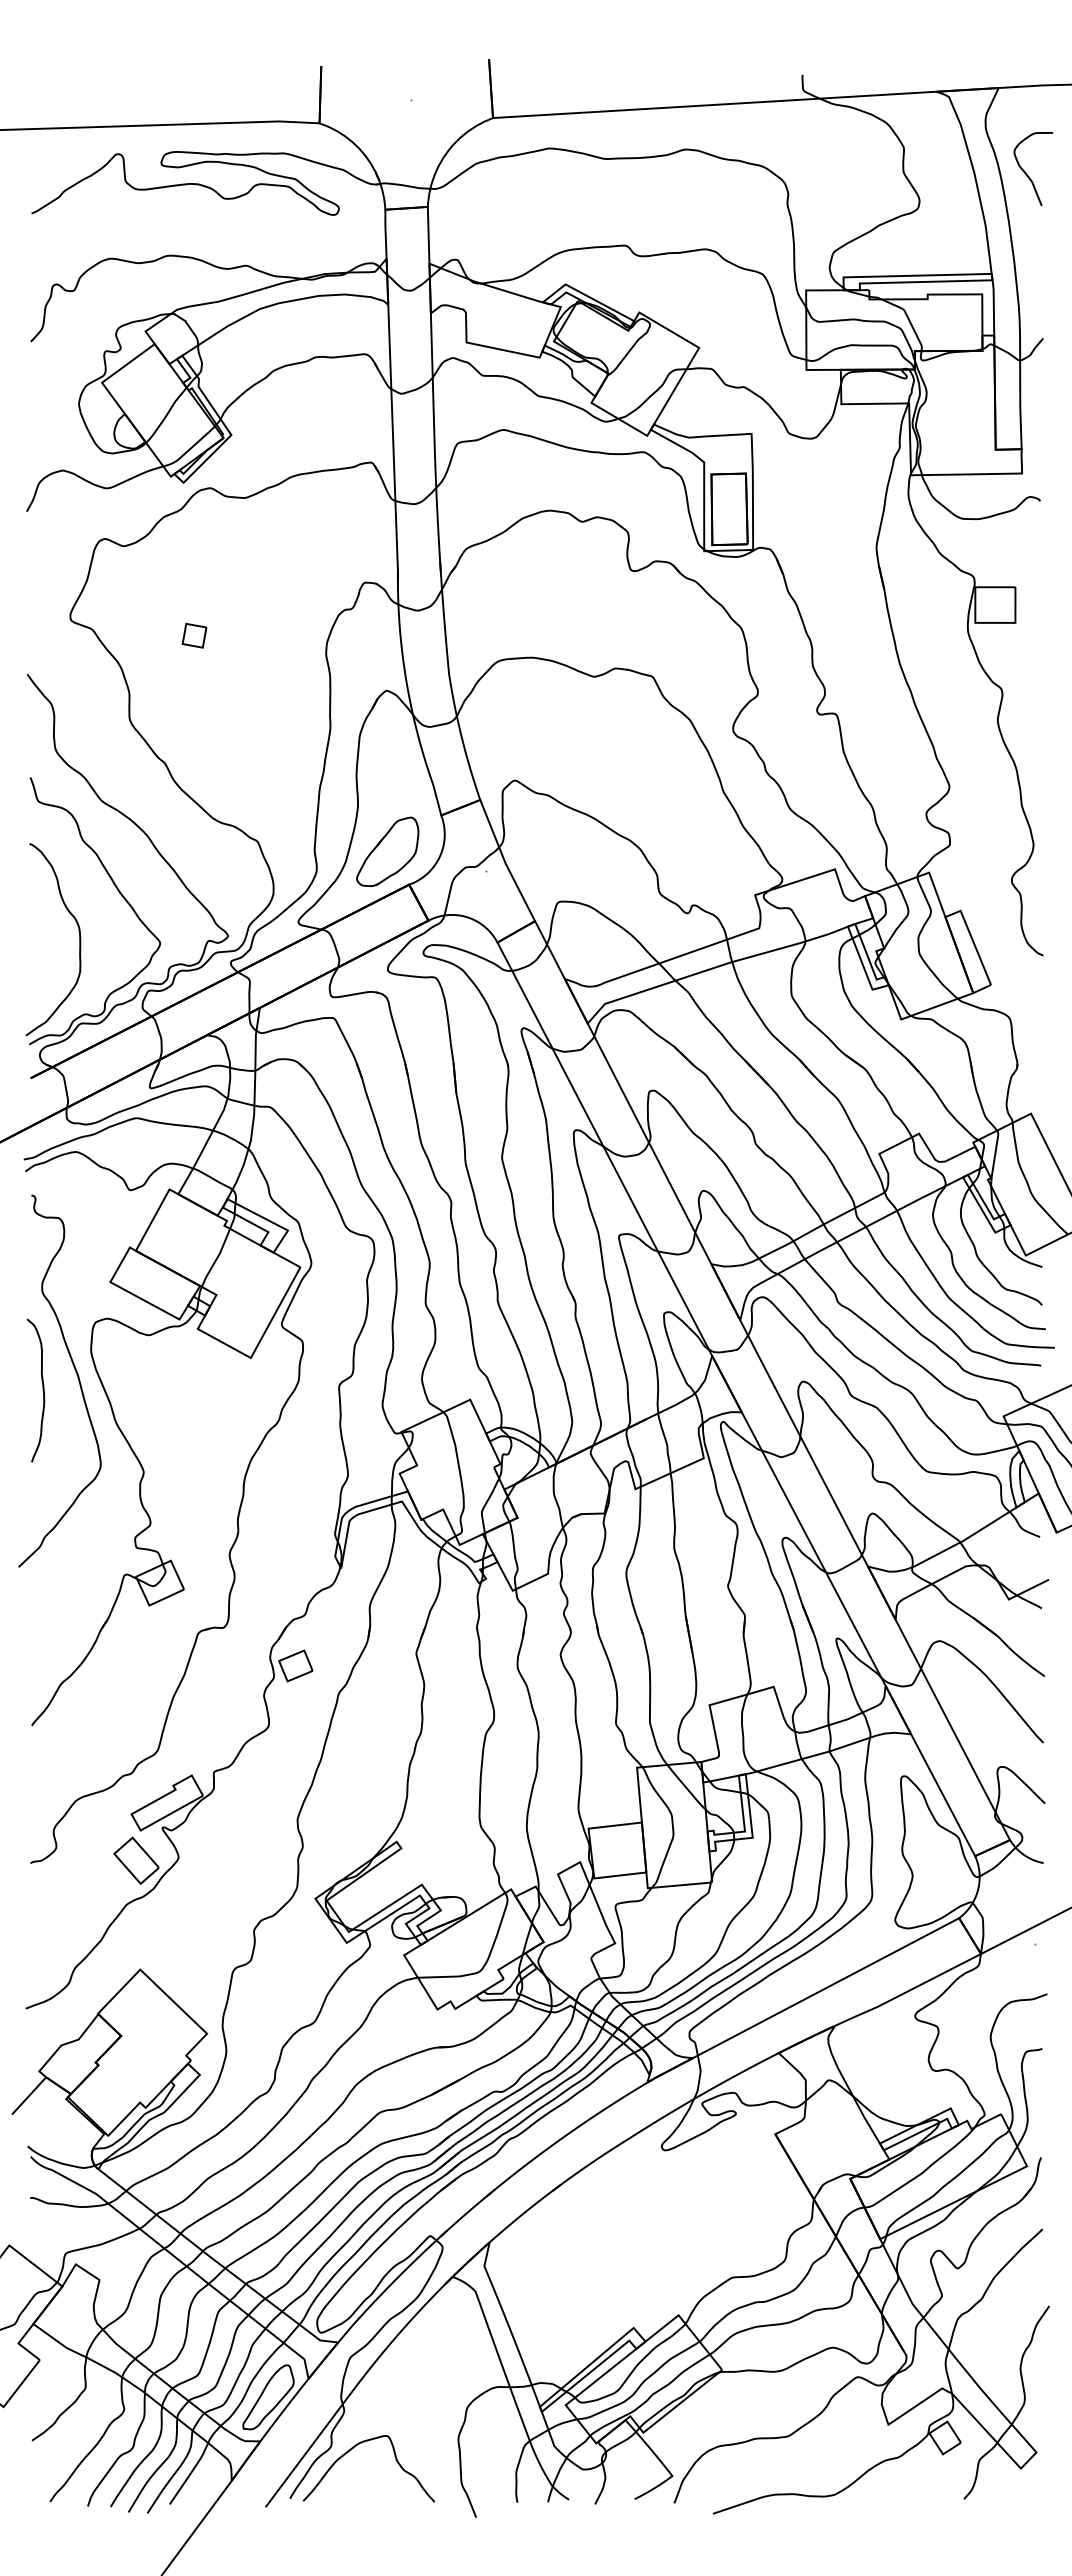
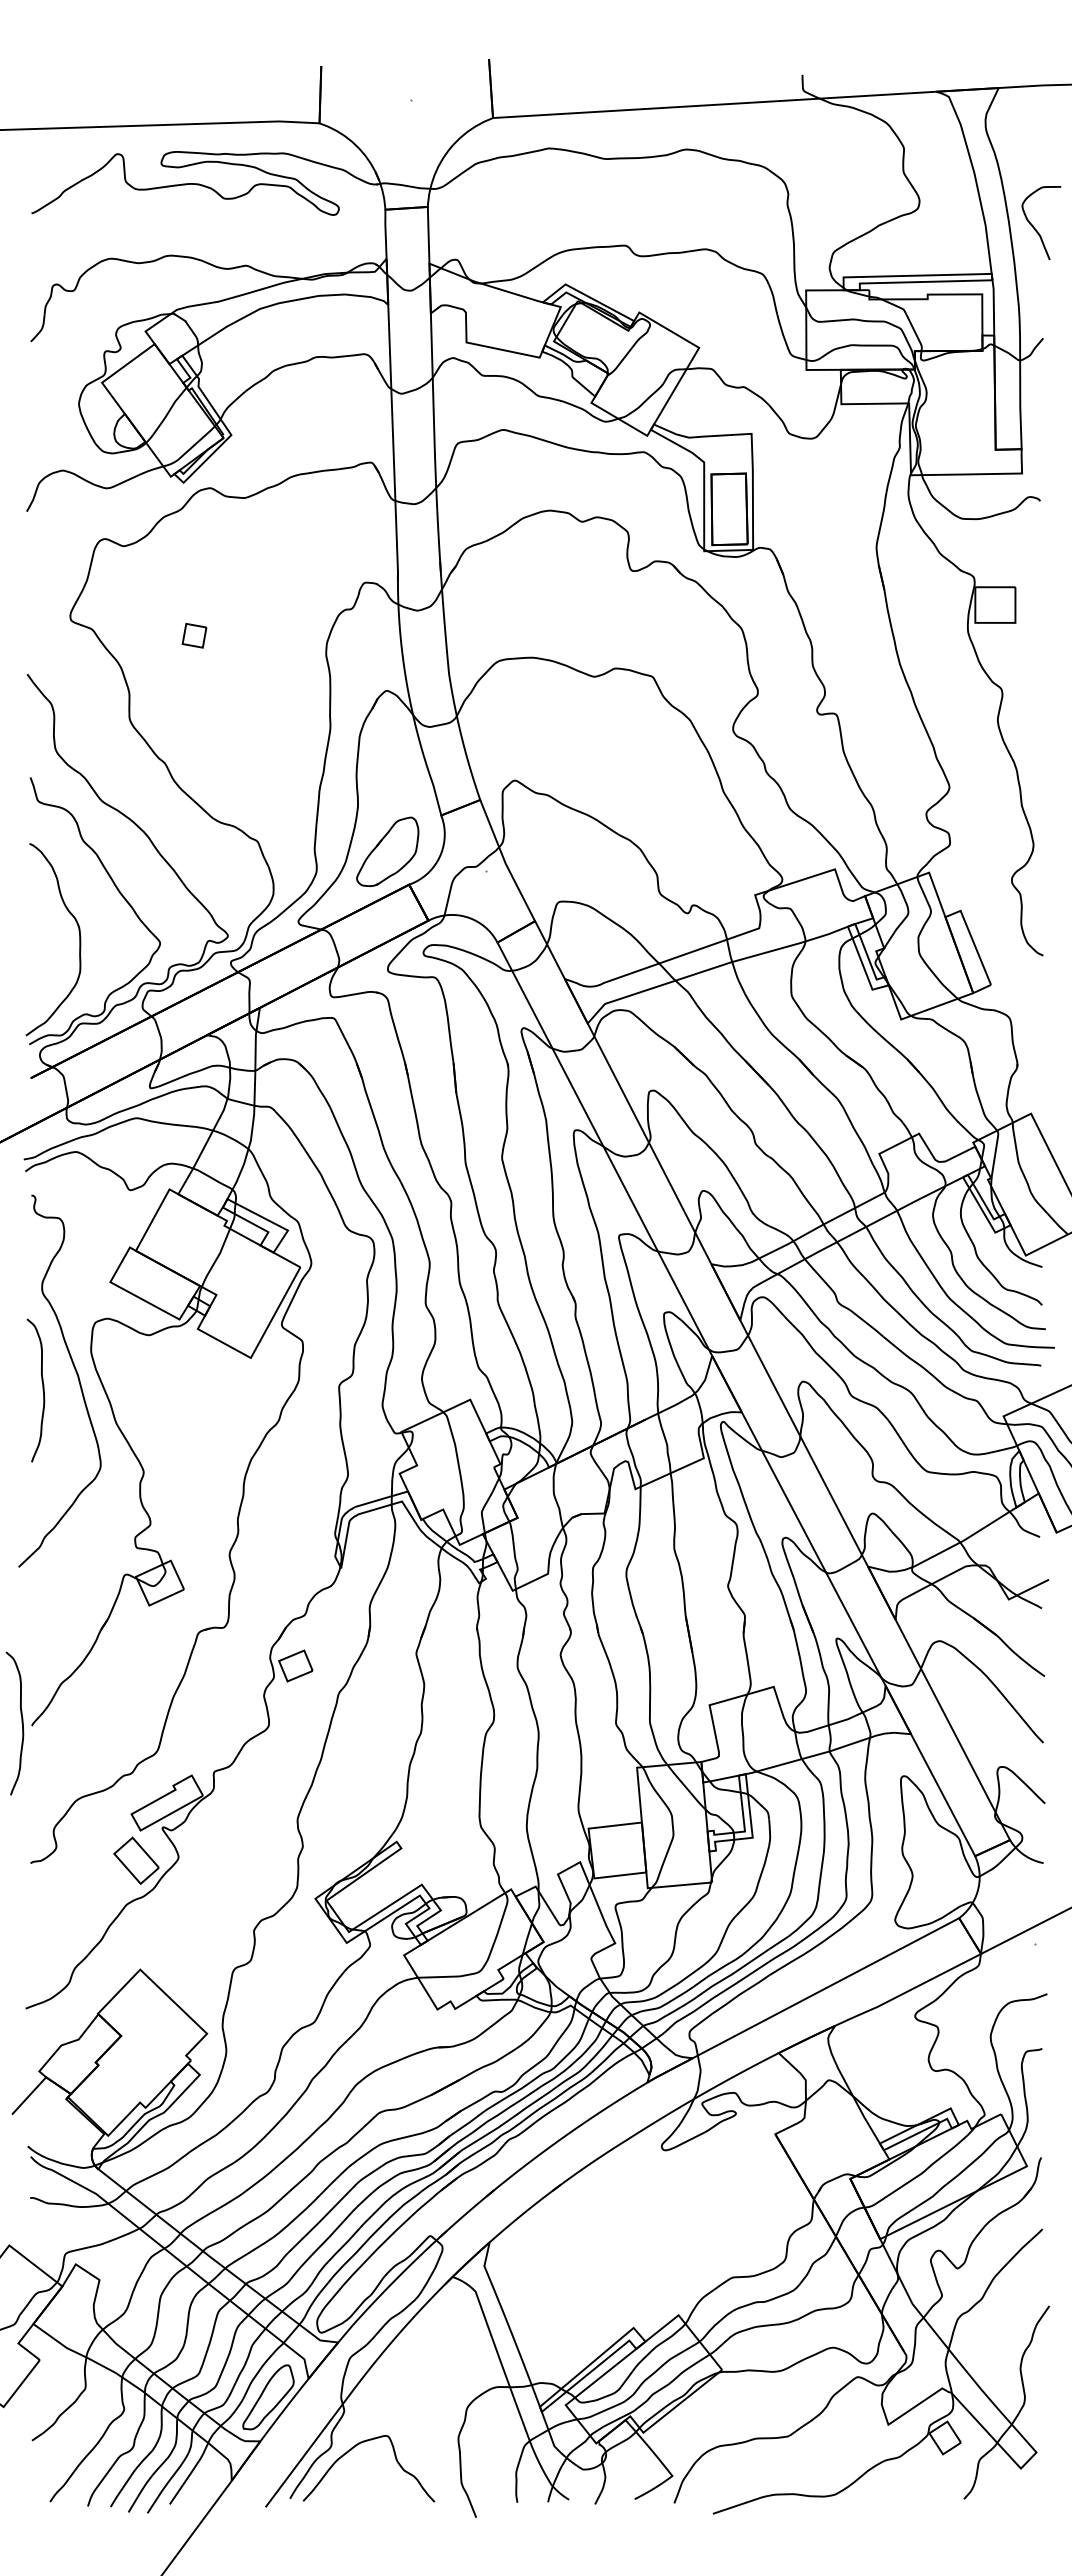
curve at (1026, 172) position: (1026, 172) -> (1034, 226)
curve at (21, 1723): none -> present
